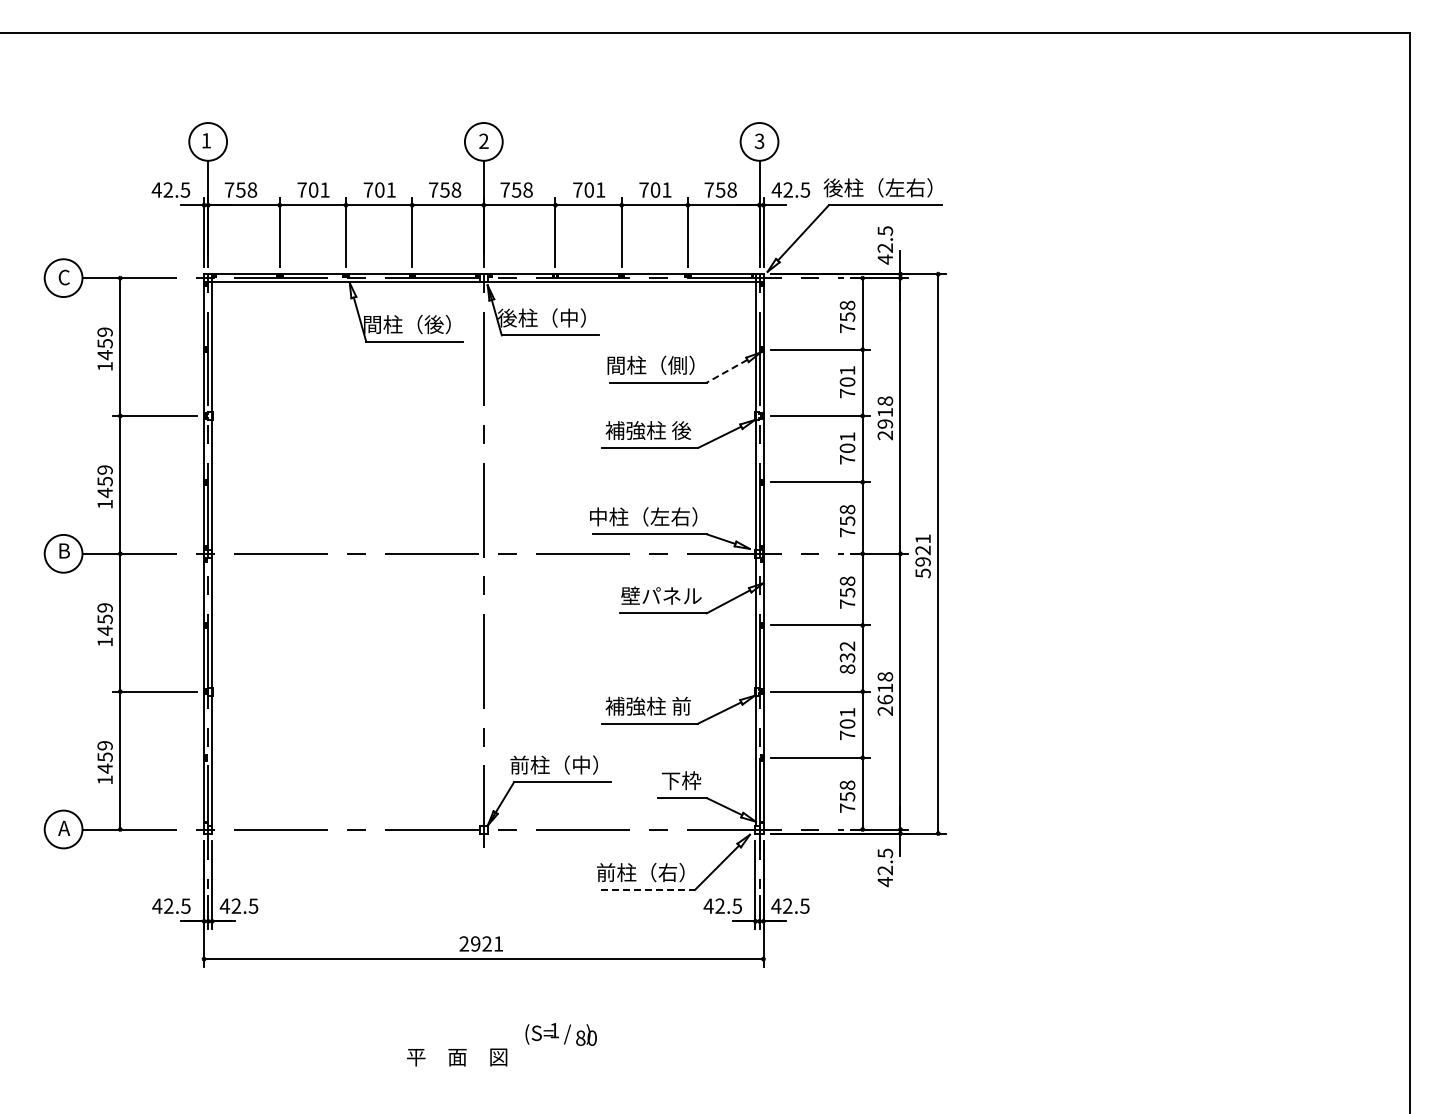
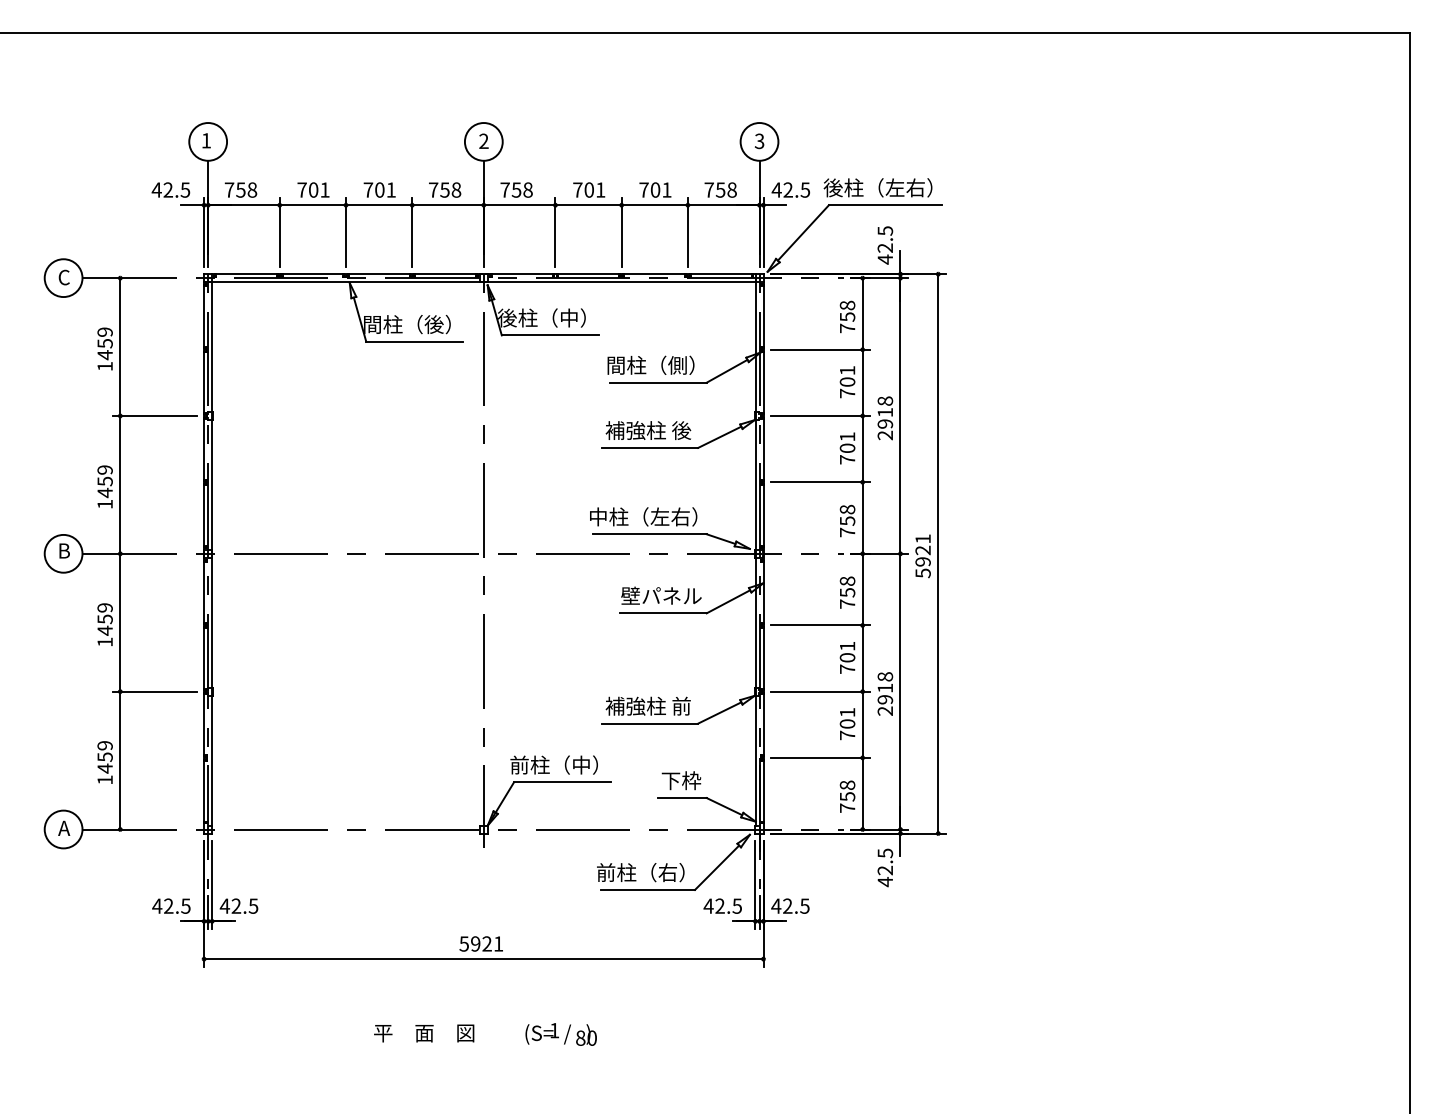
line at (726, 371): dashed -> solid
text at (847, 657): 832 -> 701
text at (885, 699): 2618 -> 2918
line at (648, 889): dashed -> solid
text at (463, 943): 2921 -> 5921
text at (457, 1057) position: (457, 1057) -> (424, 1033)
